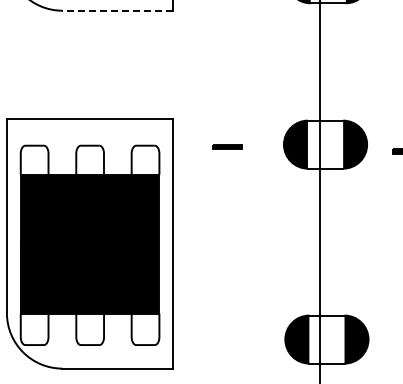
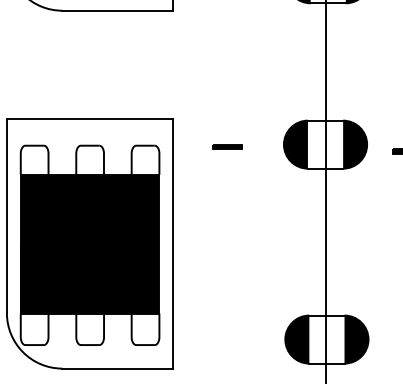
line at (117, 10): dashed -> solid
line at (320, 191) position: (320, 191) -> (326, 191)
